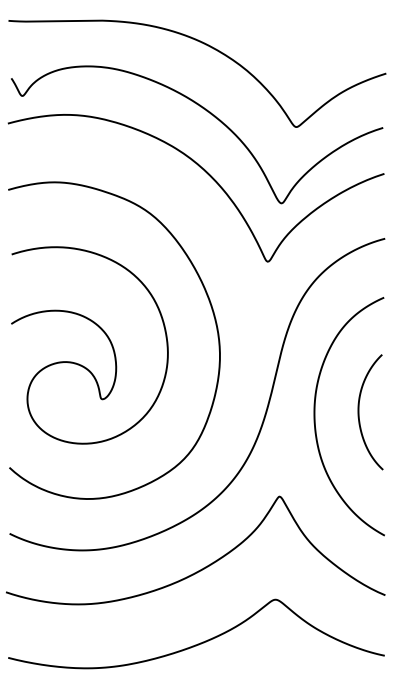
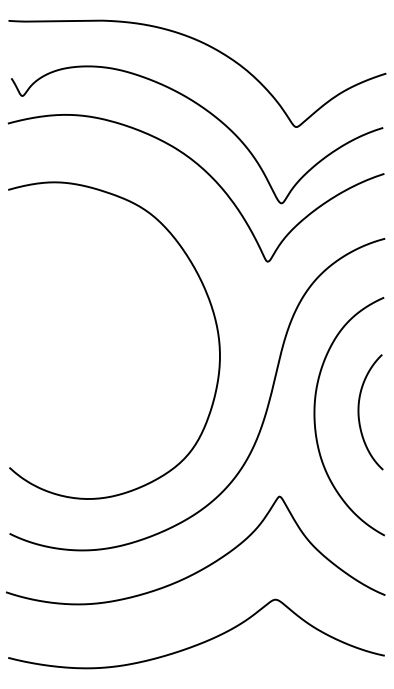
curve at (105, 335): present -> none
